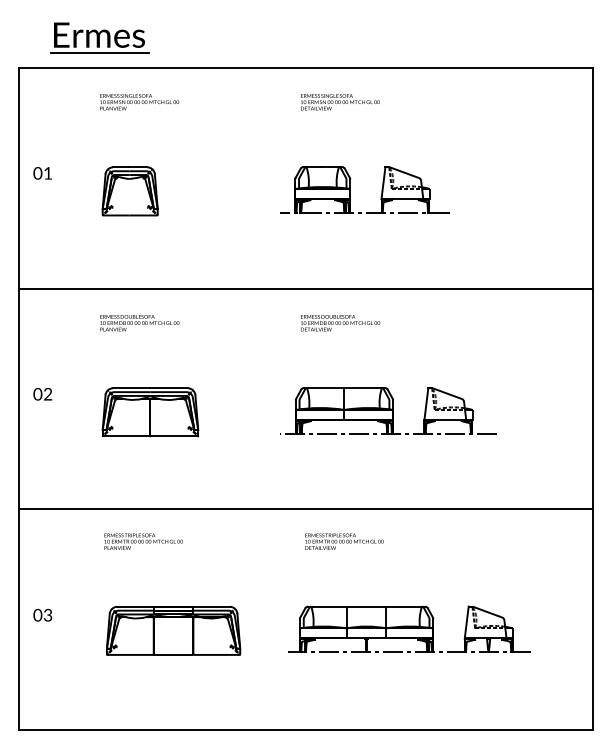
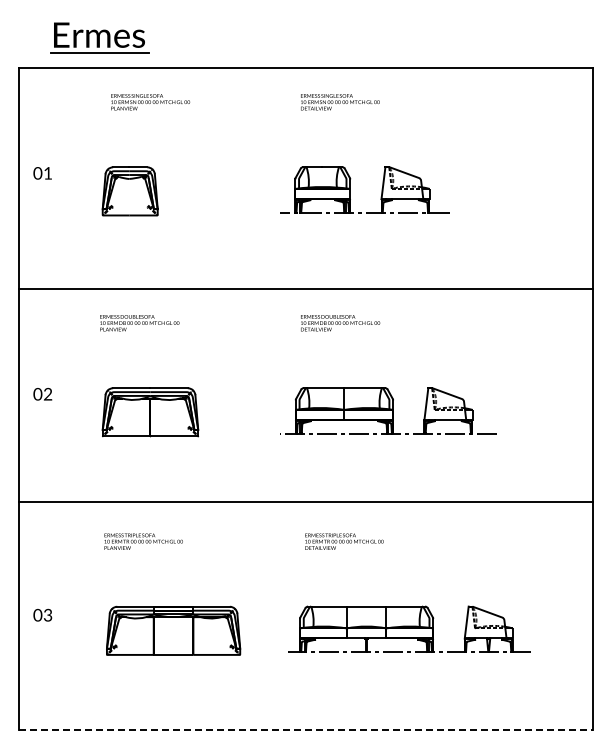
text at (139, 102) position: (139, 102) -> (150, 102)
line at (305, 509) position: (305, 509) -> (305, 502)
line at (306, 730): solid -> dashed
